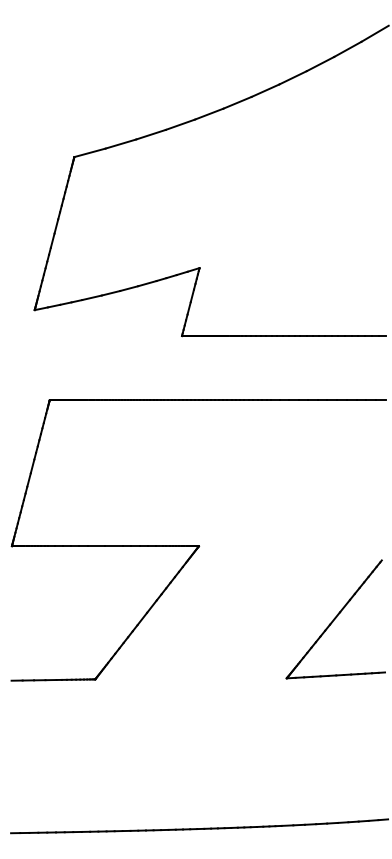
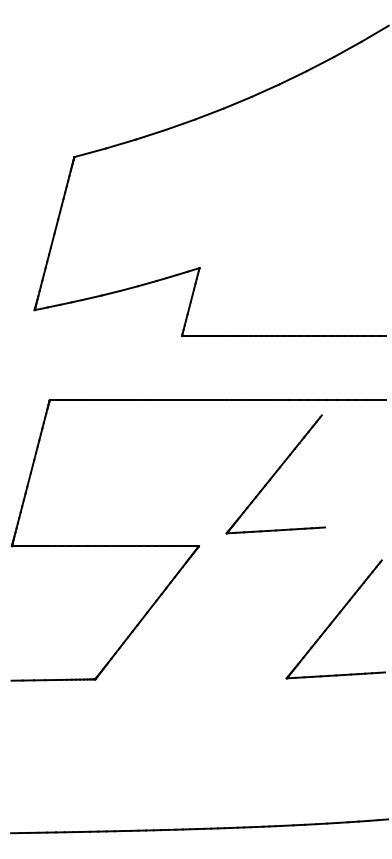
part at (275, 474): none -> present
